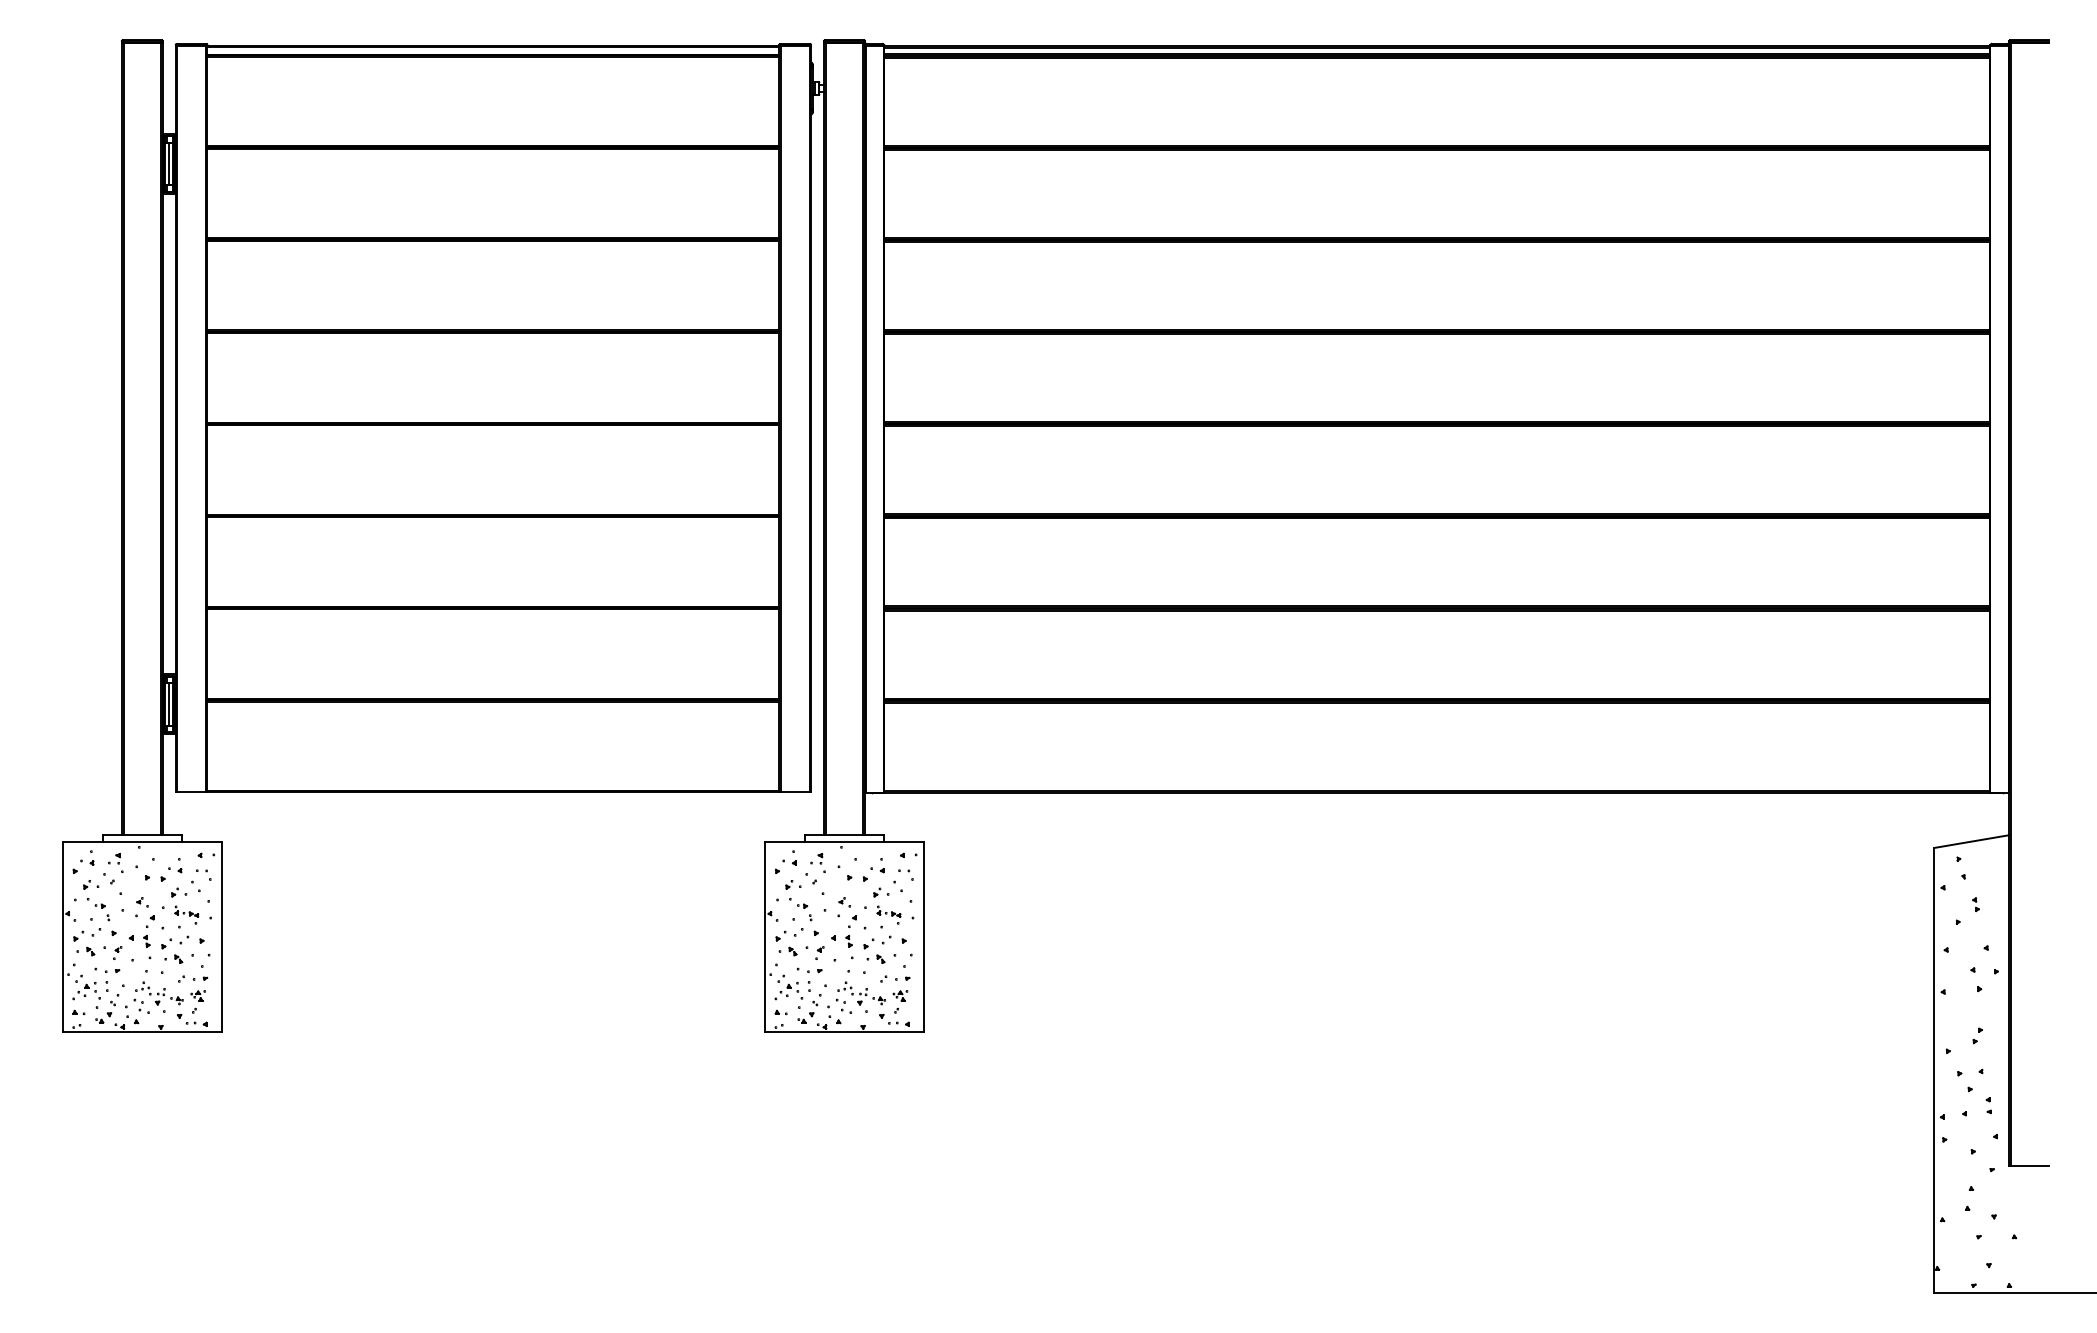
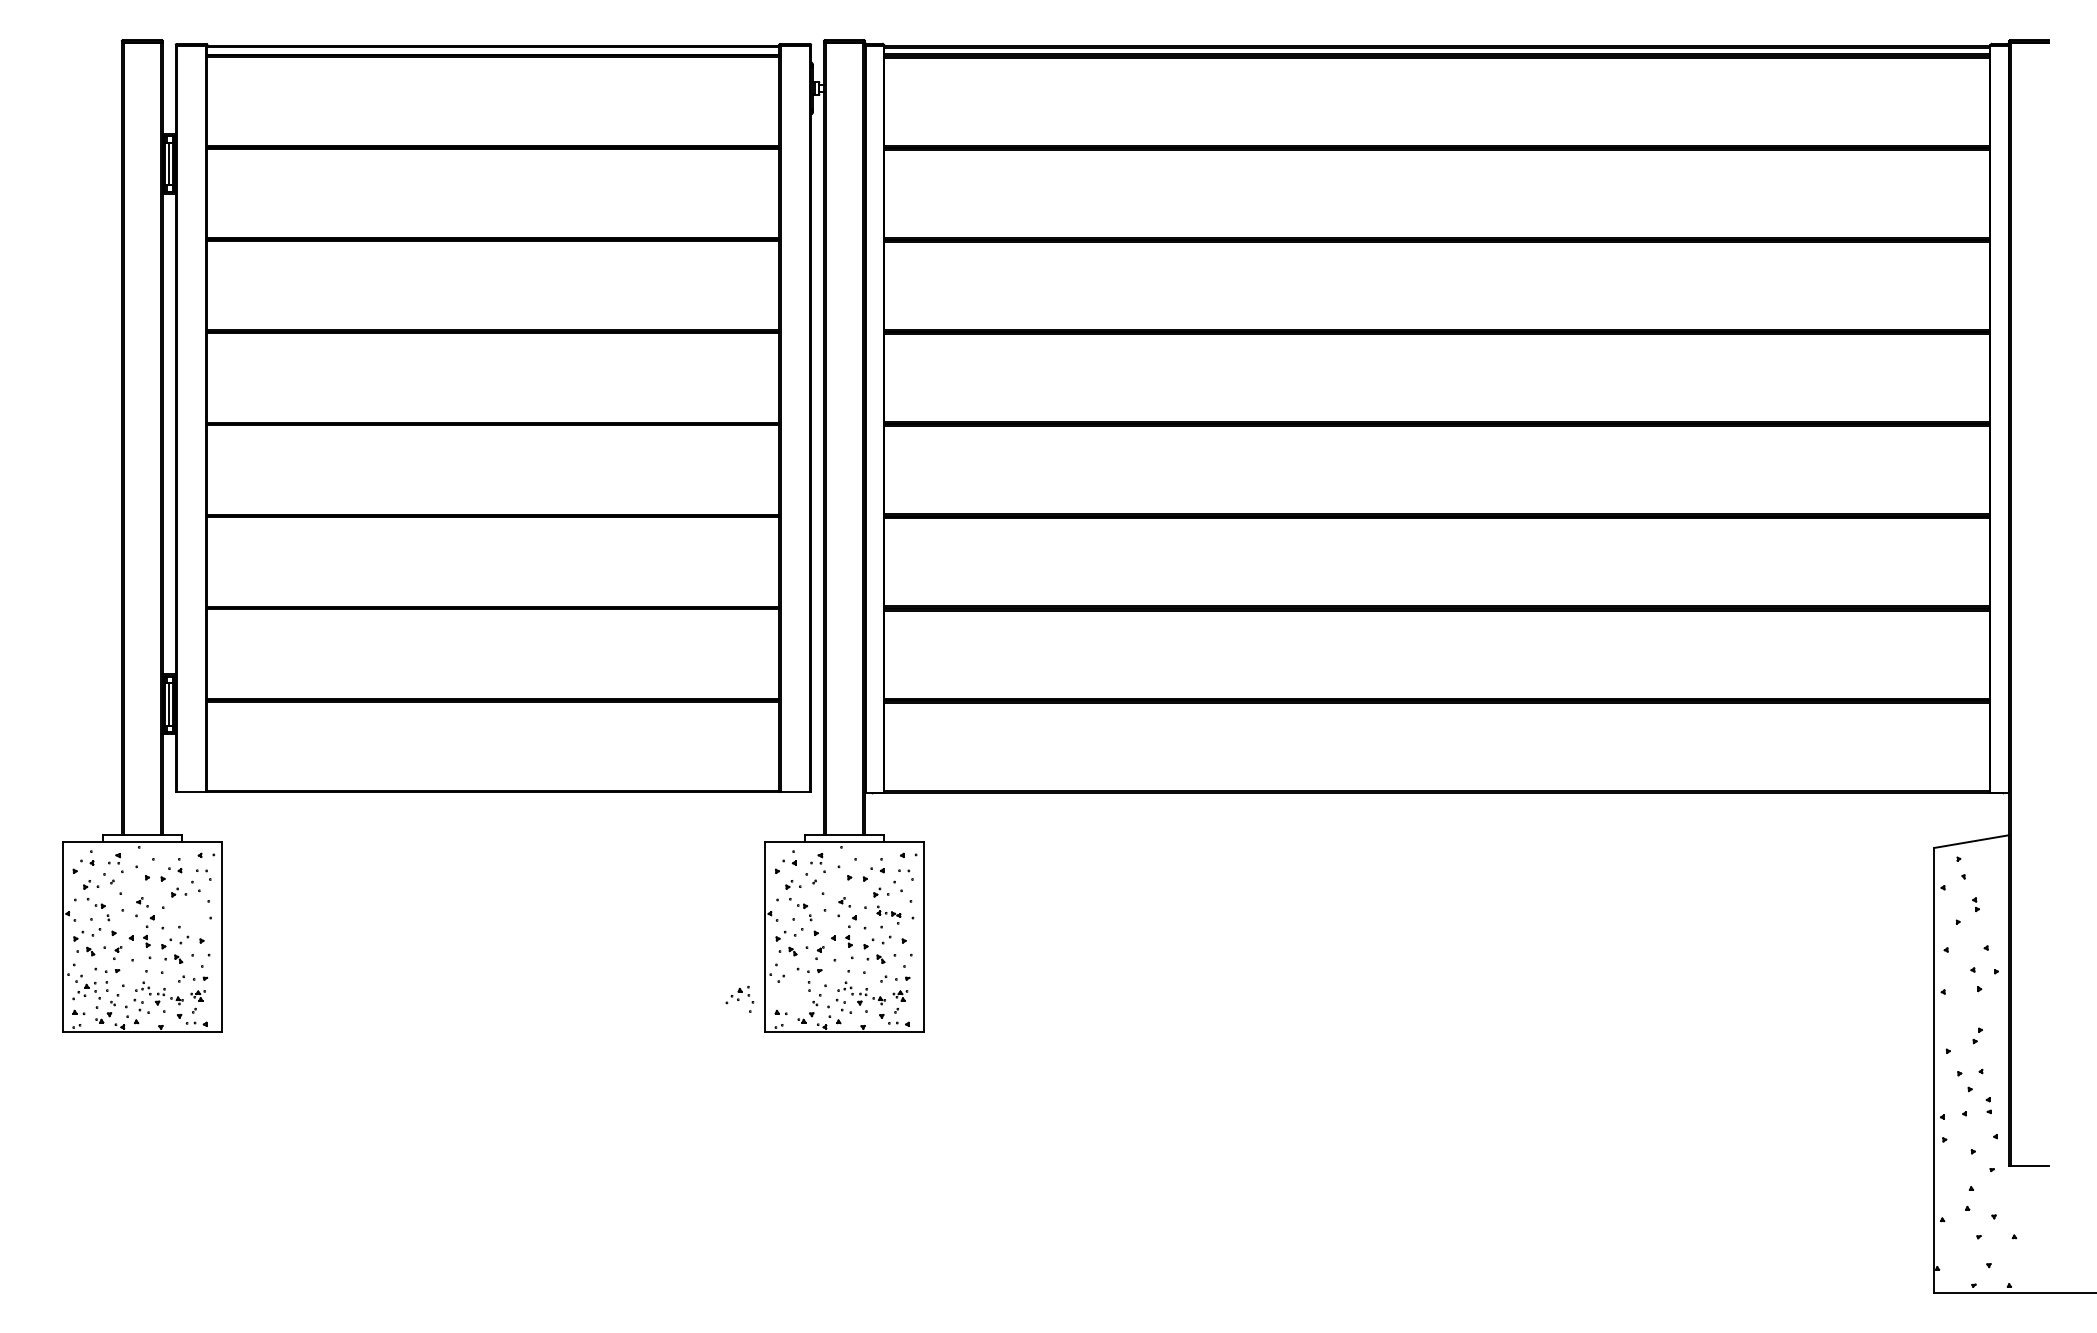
part at (186, 914): present -> none
part at (788, 994) position: (788, 994) -> (739, 998)
